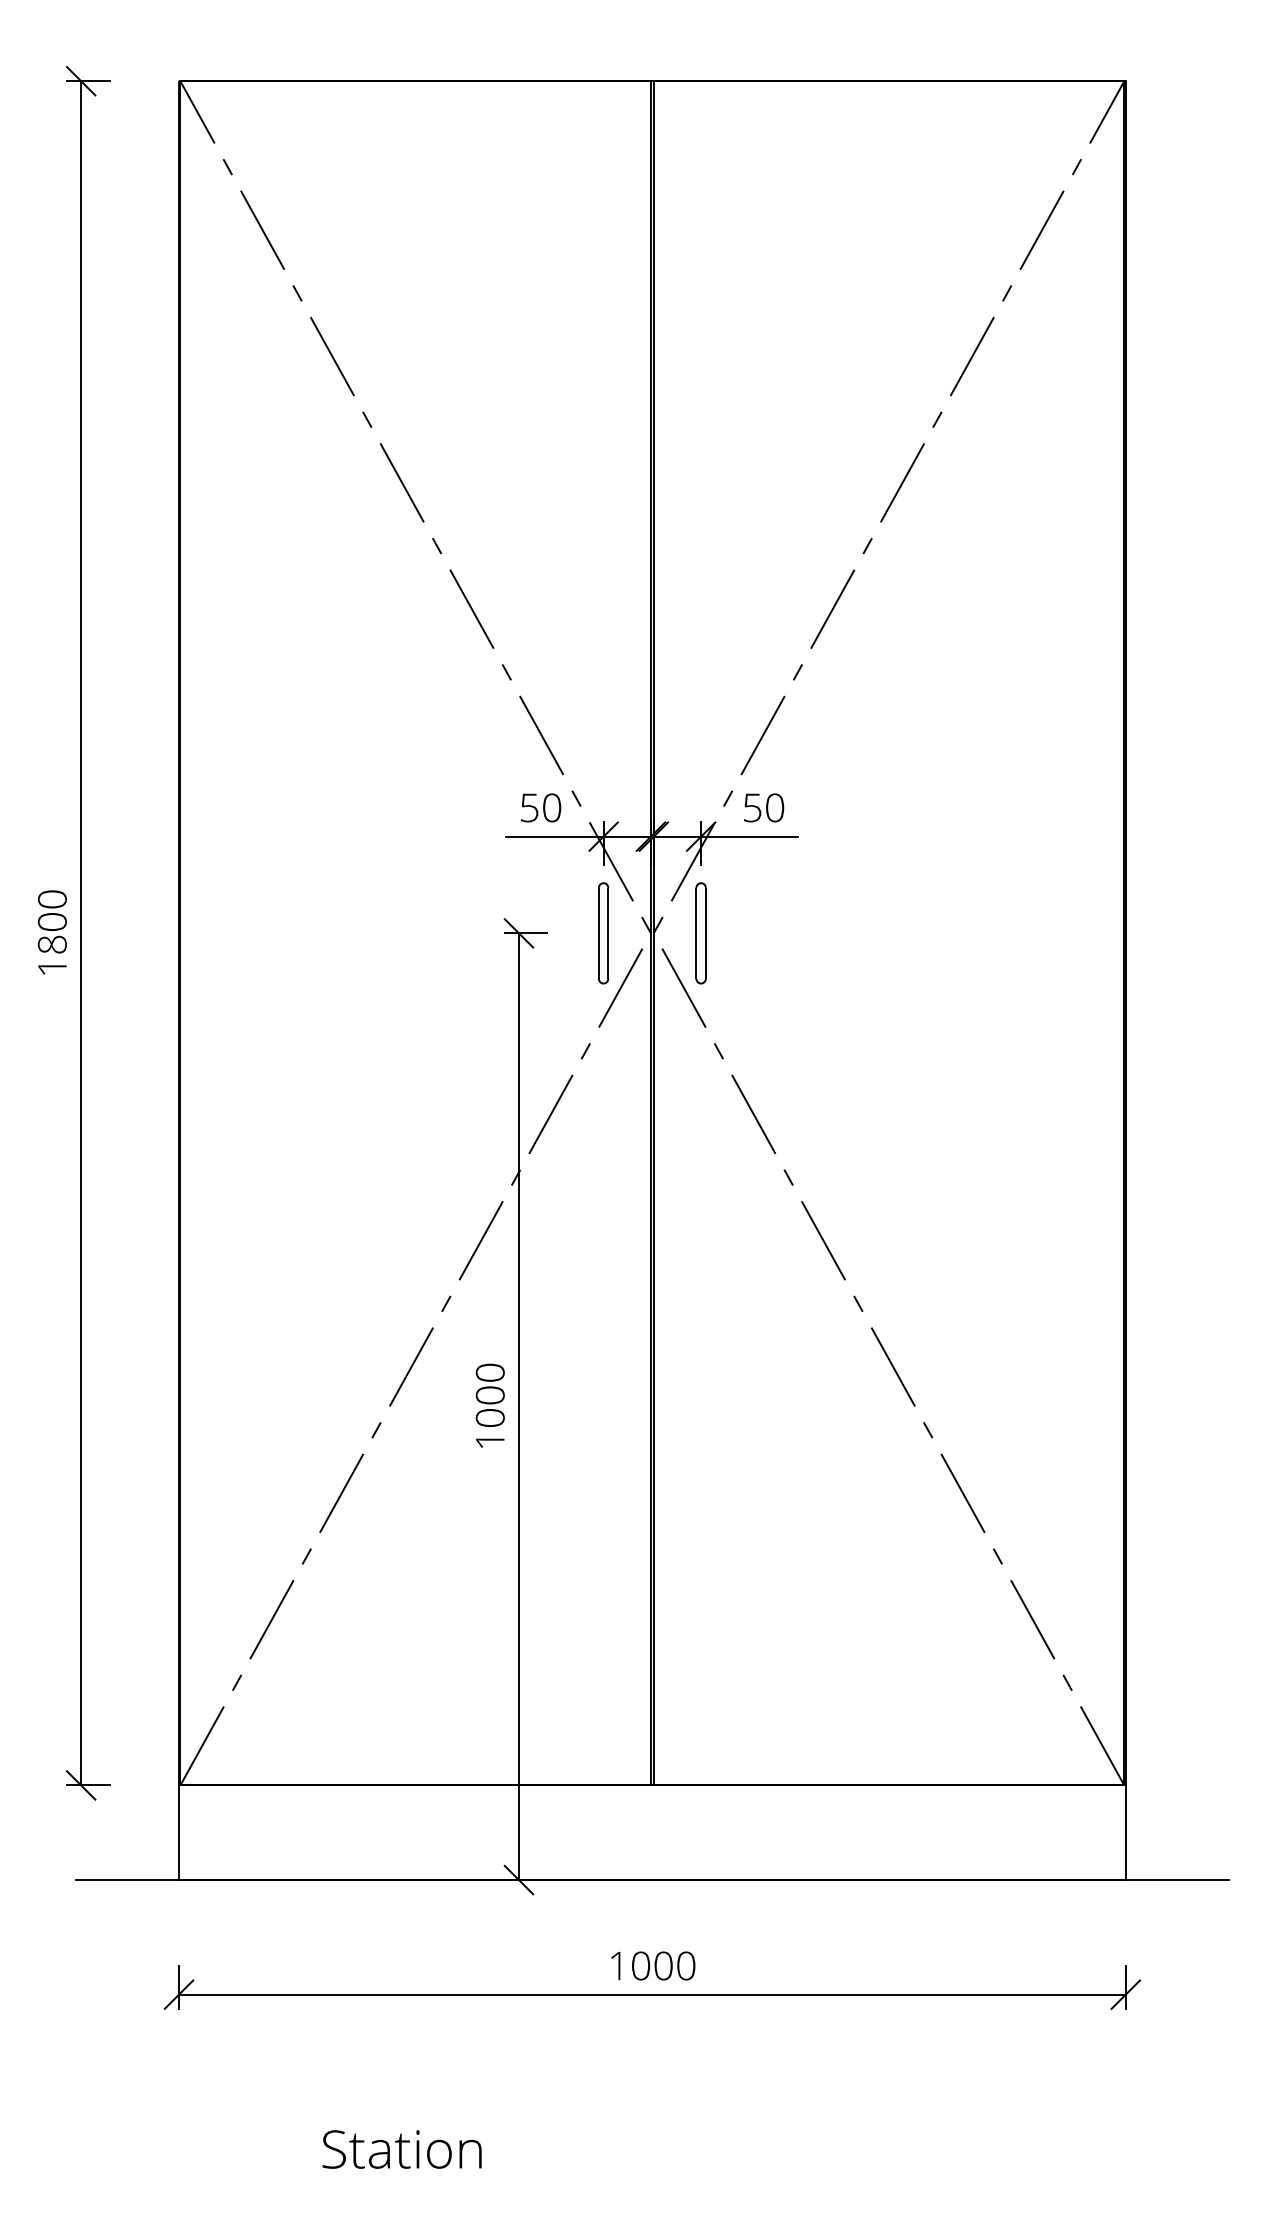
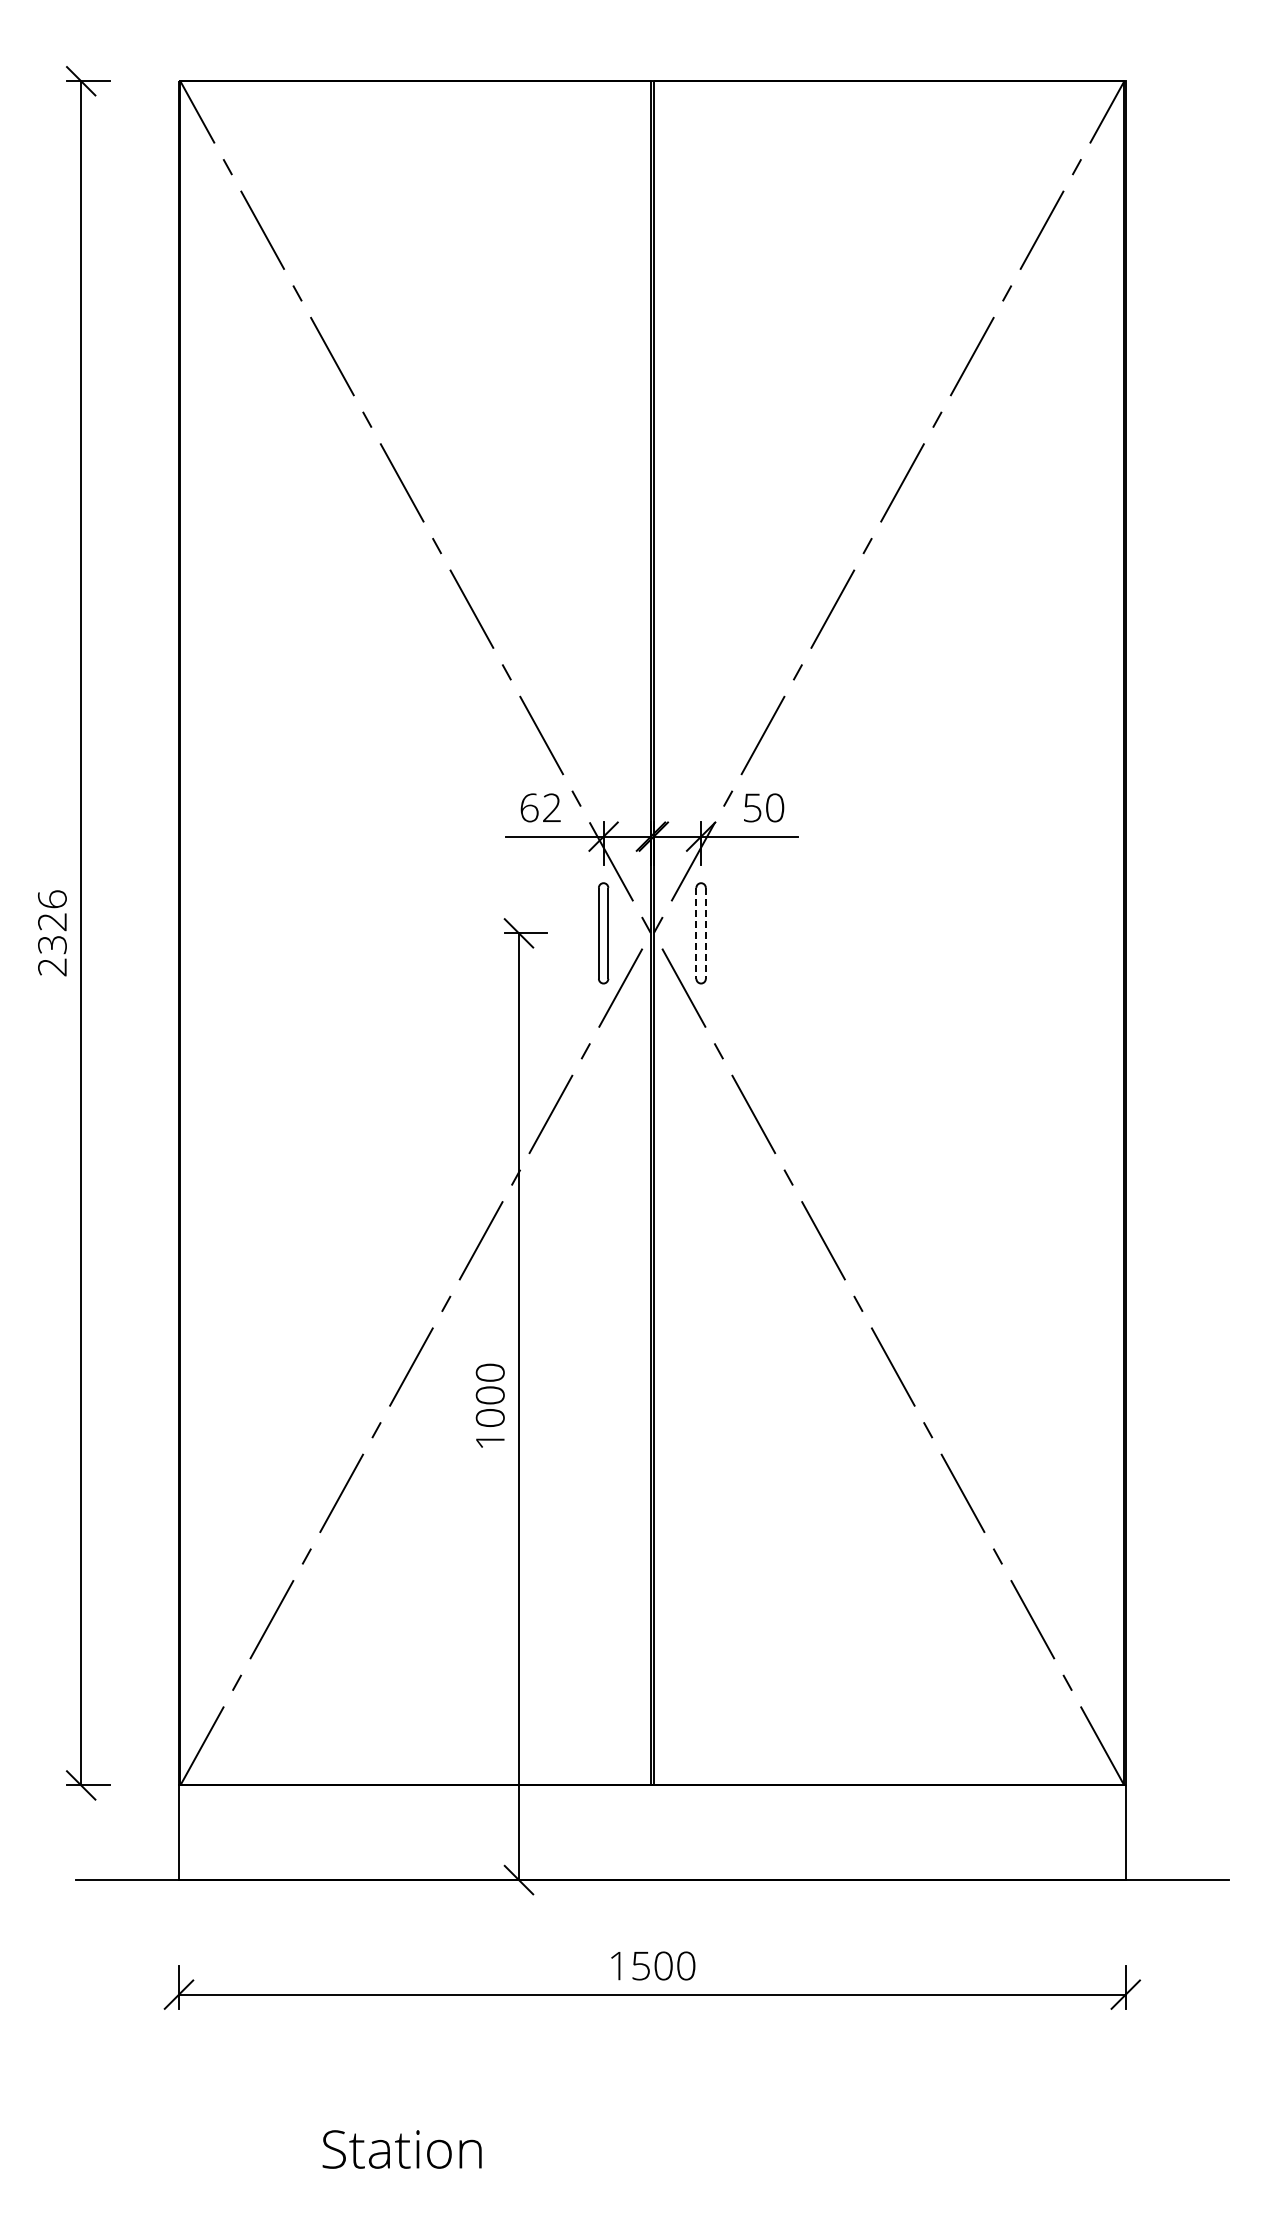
text at (540, 807): 50 -> 62
text at (51, 933): 1800 -> 2326
line at (696, 933): solid -> dashed
line at (705, 933): solid -> dashed
text at (641, 1965): 1000 -> 1500
